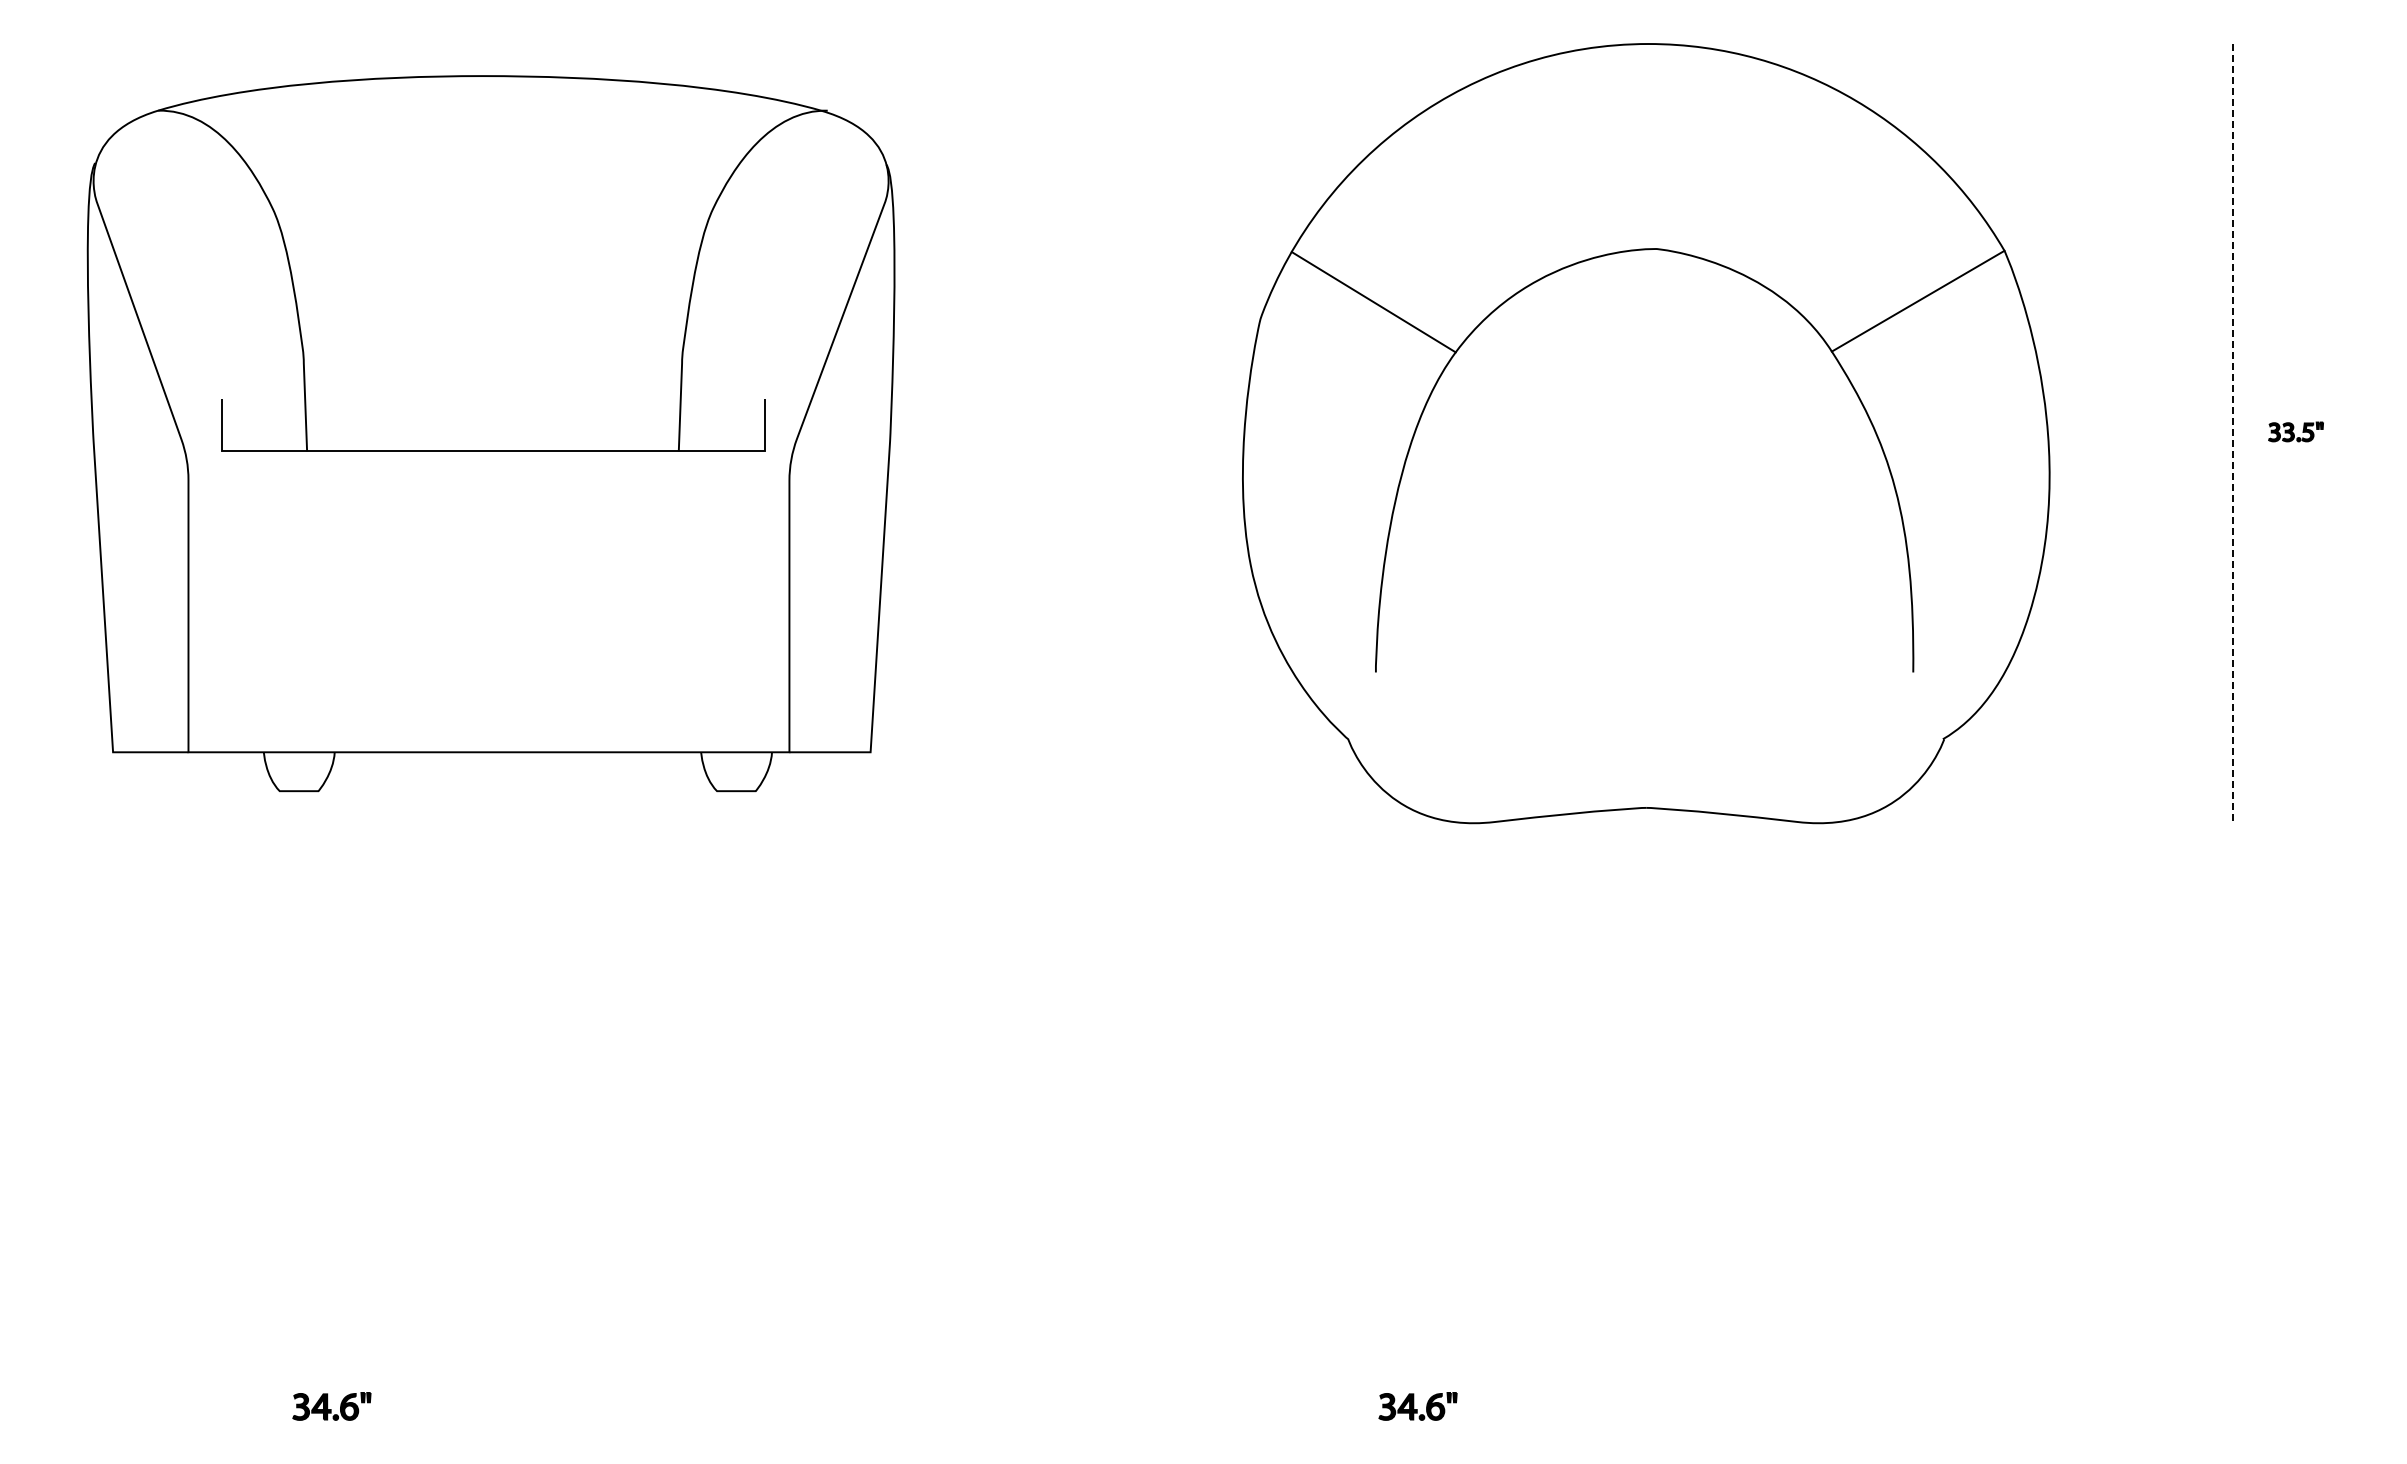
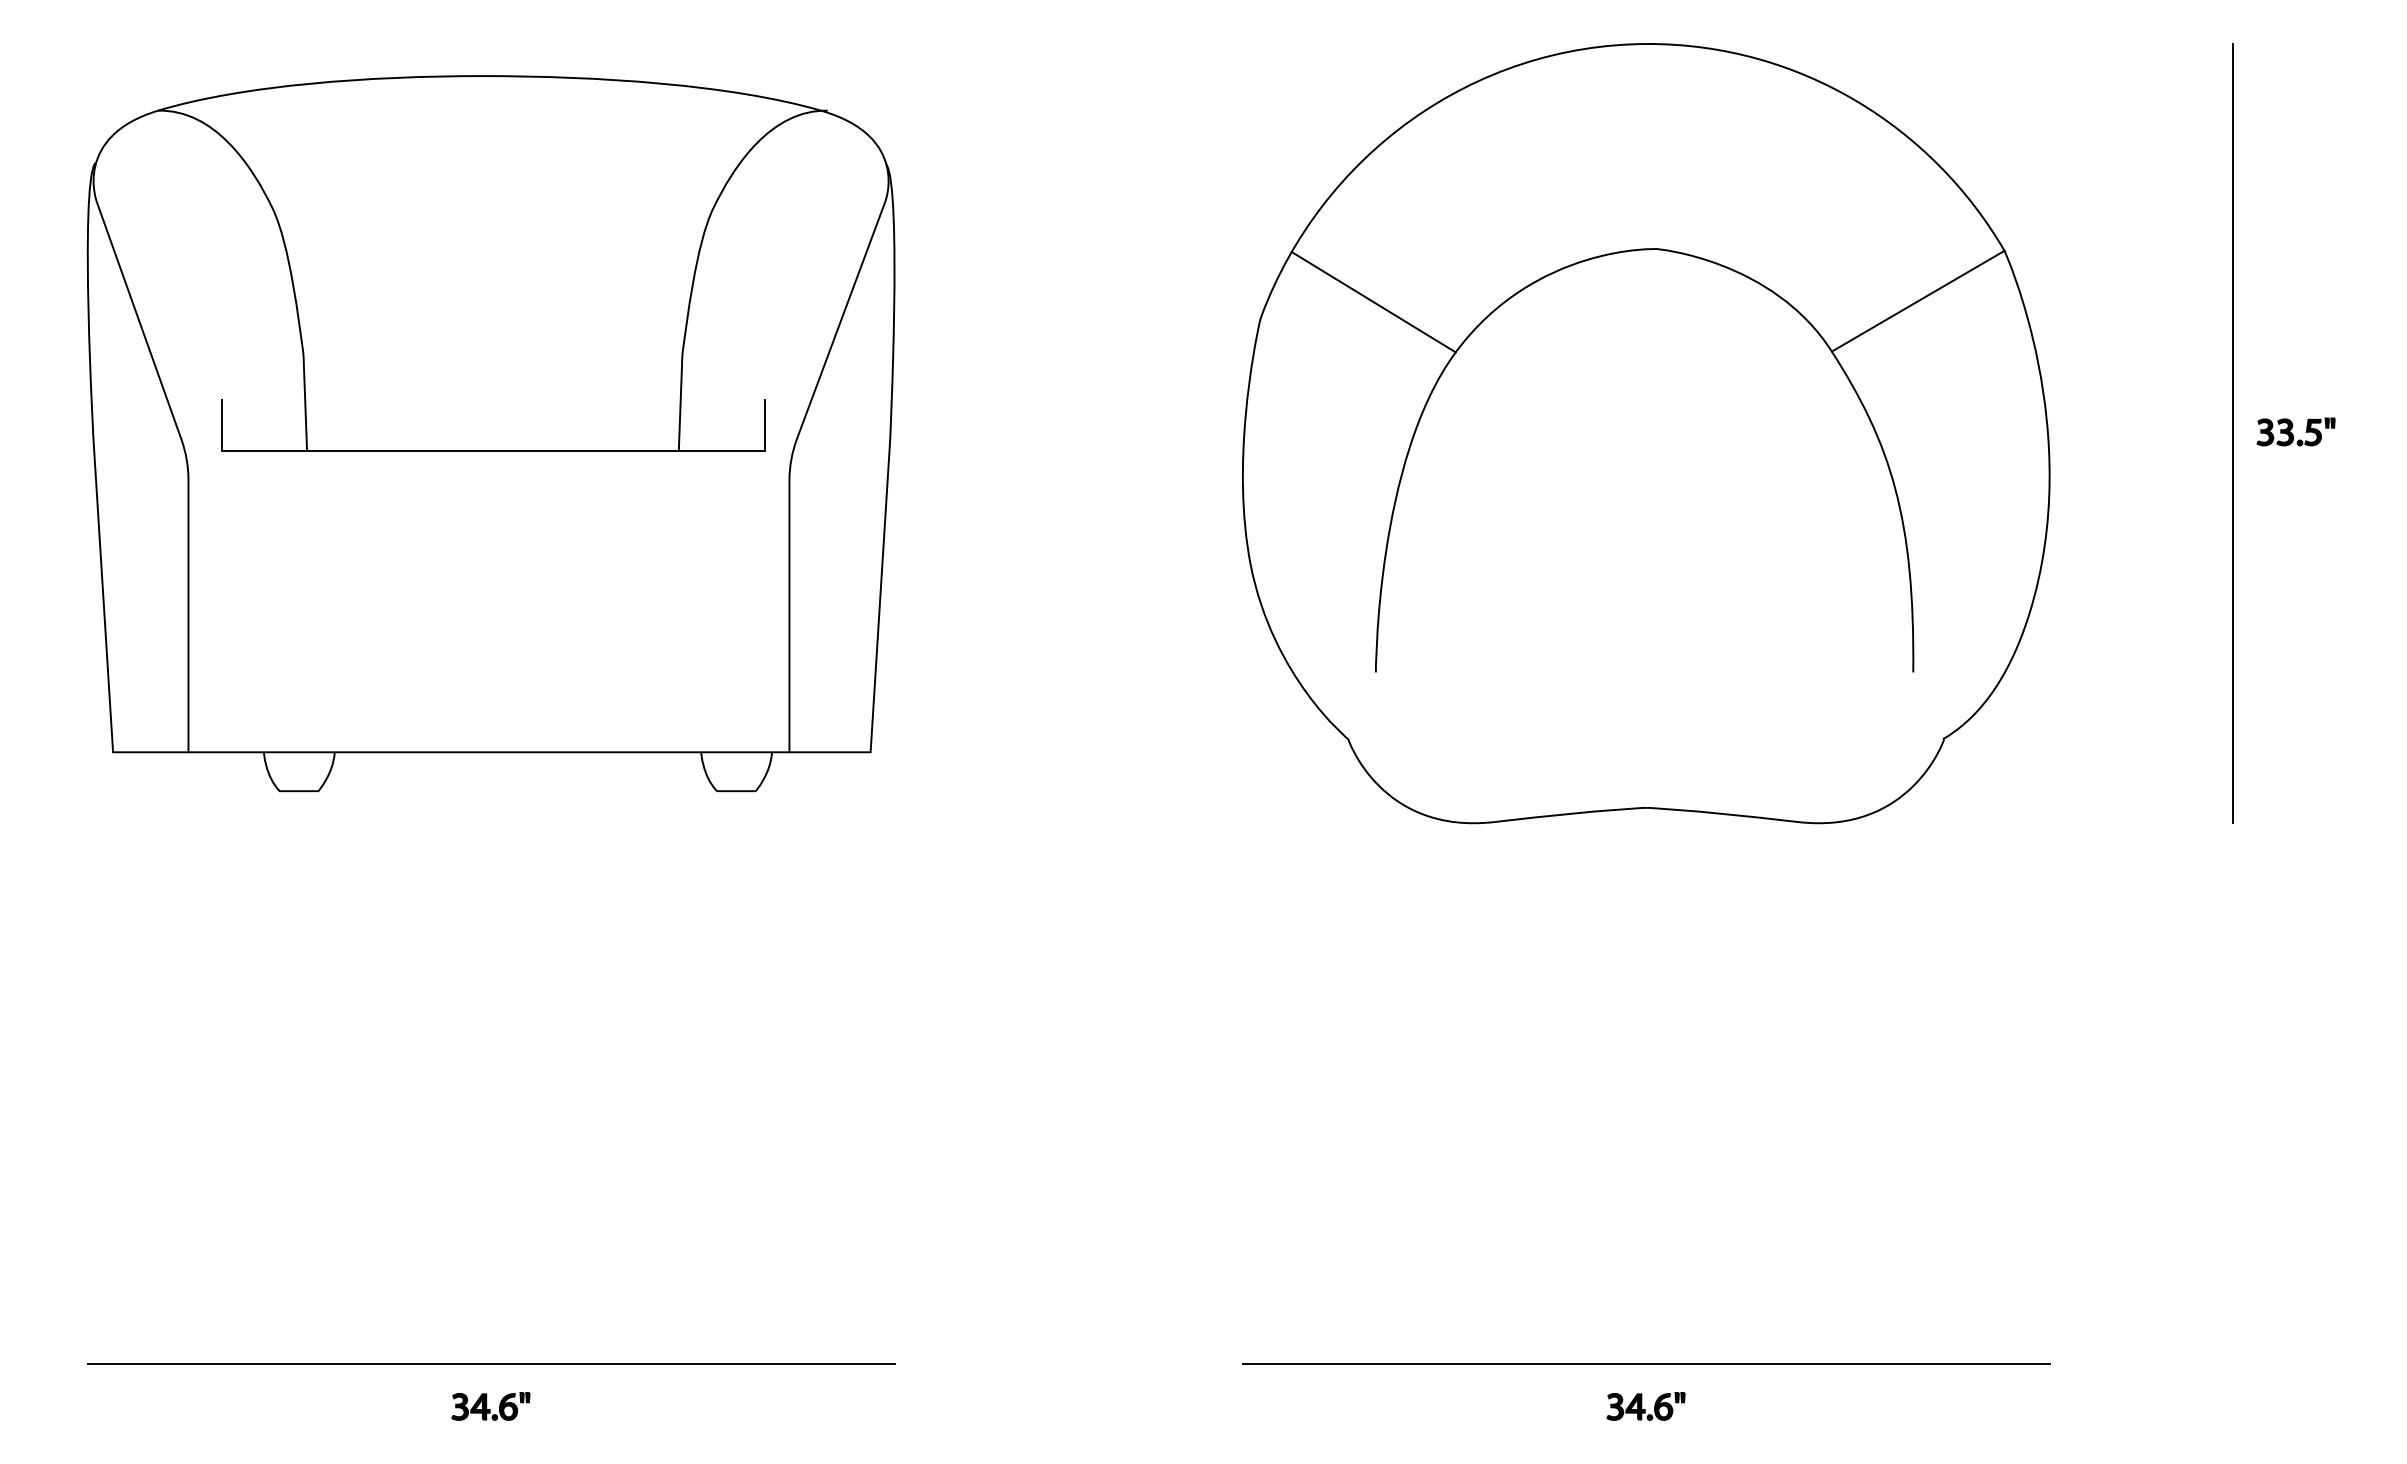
part at (2295, 431) size: 56x22 px -> 80x30 px
line at (2232, 433): dashed -> solid
line at (490, 1364): none -> present
line at (1645, 1364): none -> present
part at (331, 1406) position: (331, 1406) -> (490, 1406)
part at (1417, 1406) position: (1417, 1406) -> (1645, 1406)
